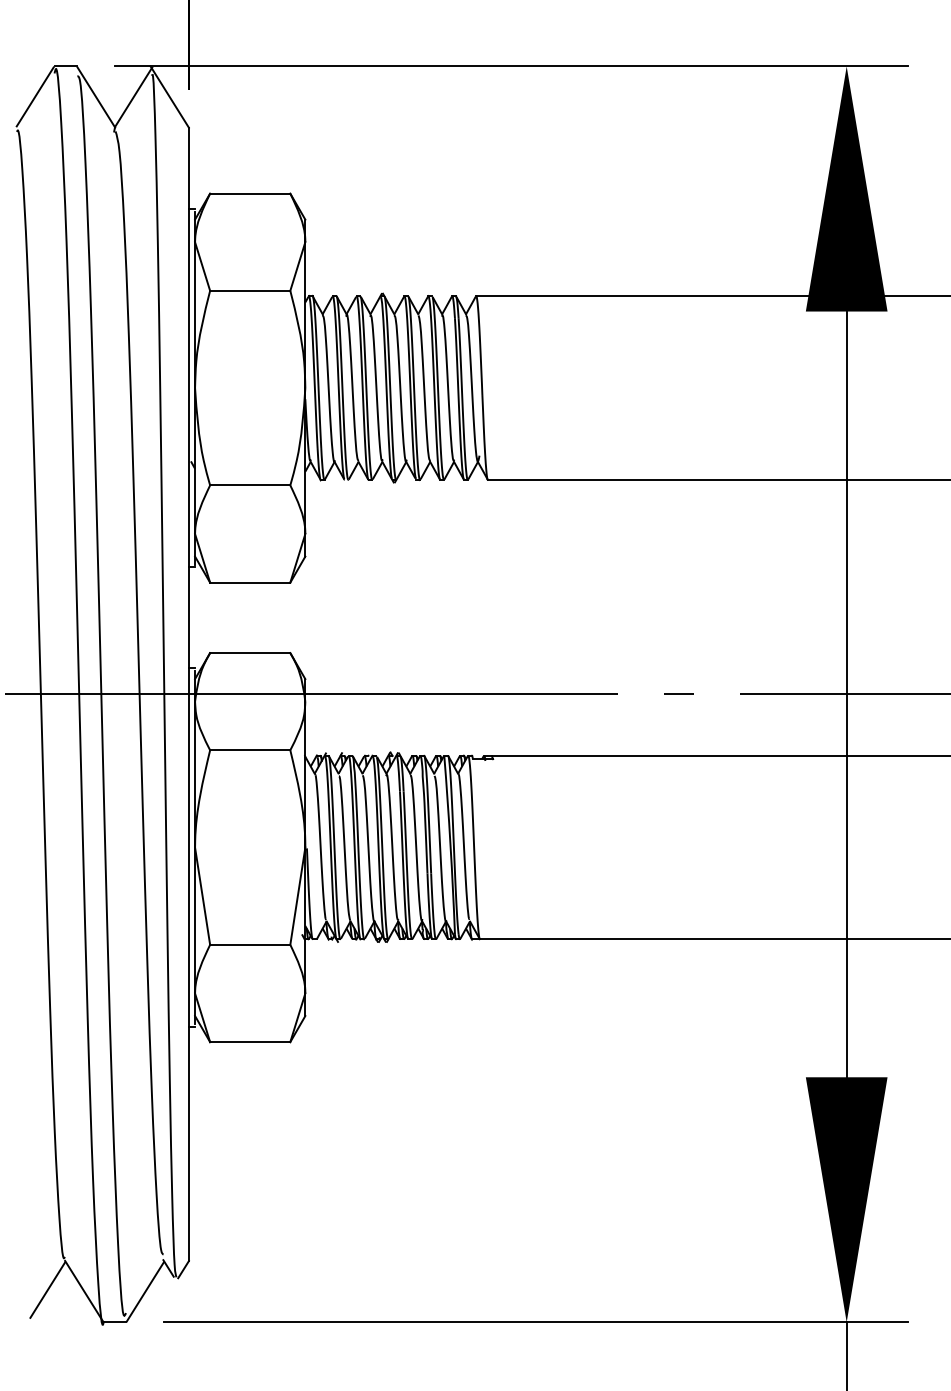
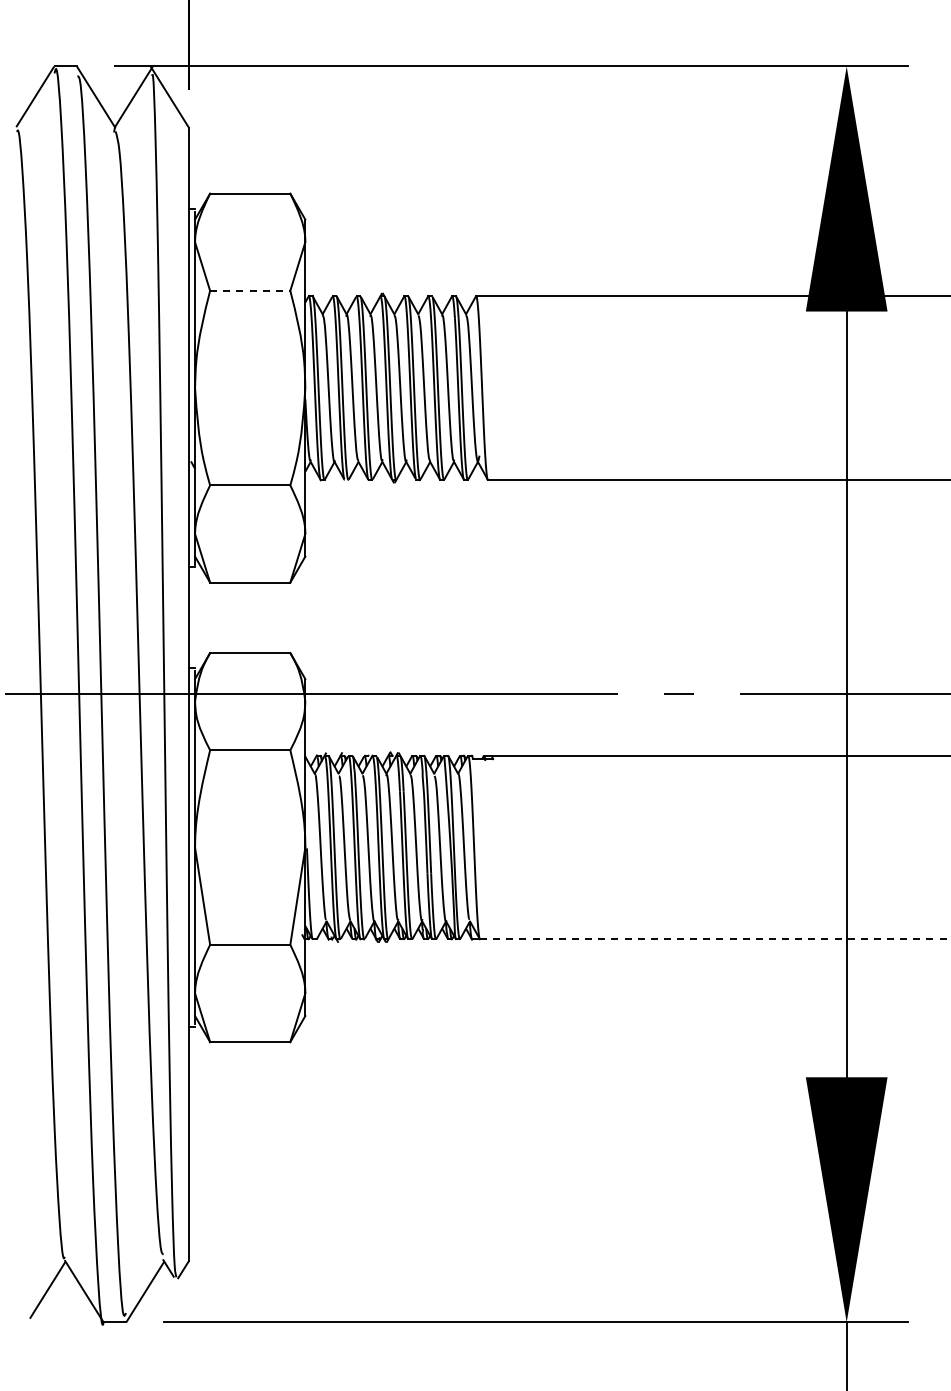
line at (250, 290): solid -> dashed
line at (715, 939): solid -> dashed
